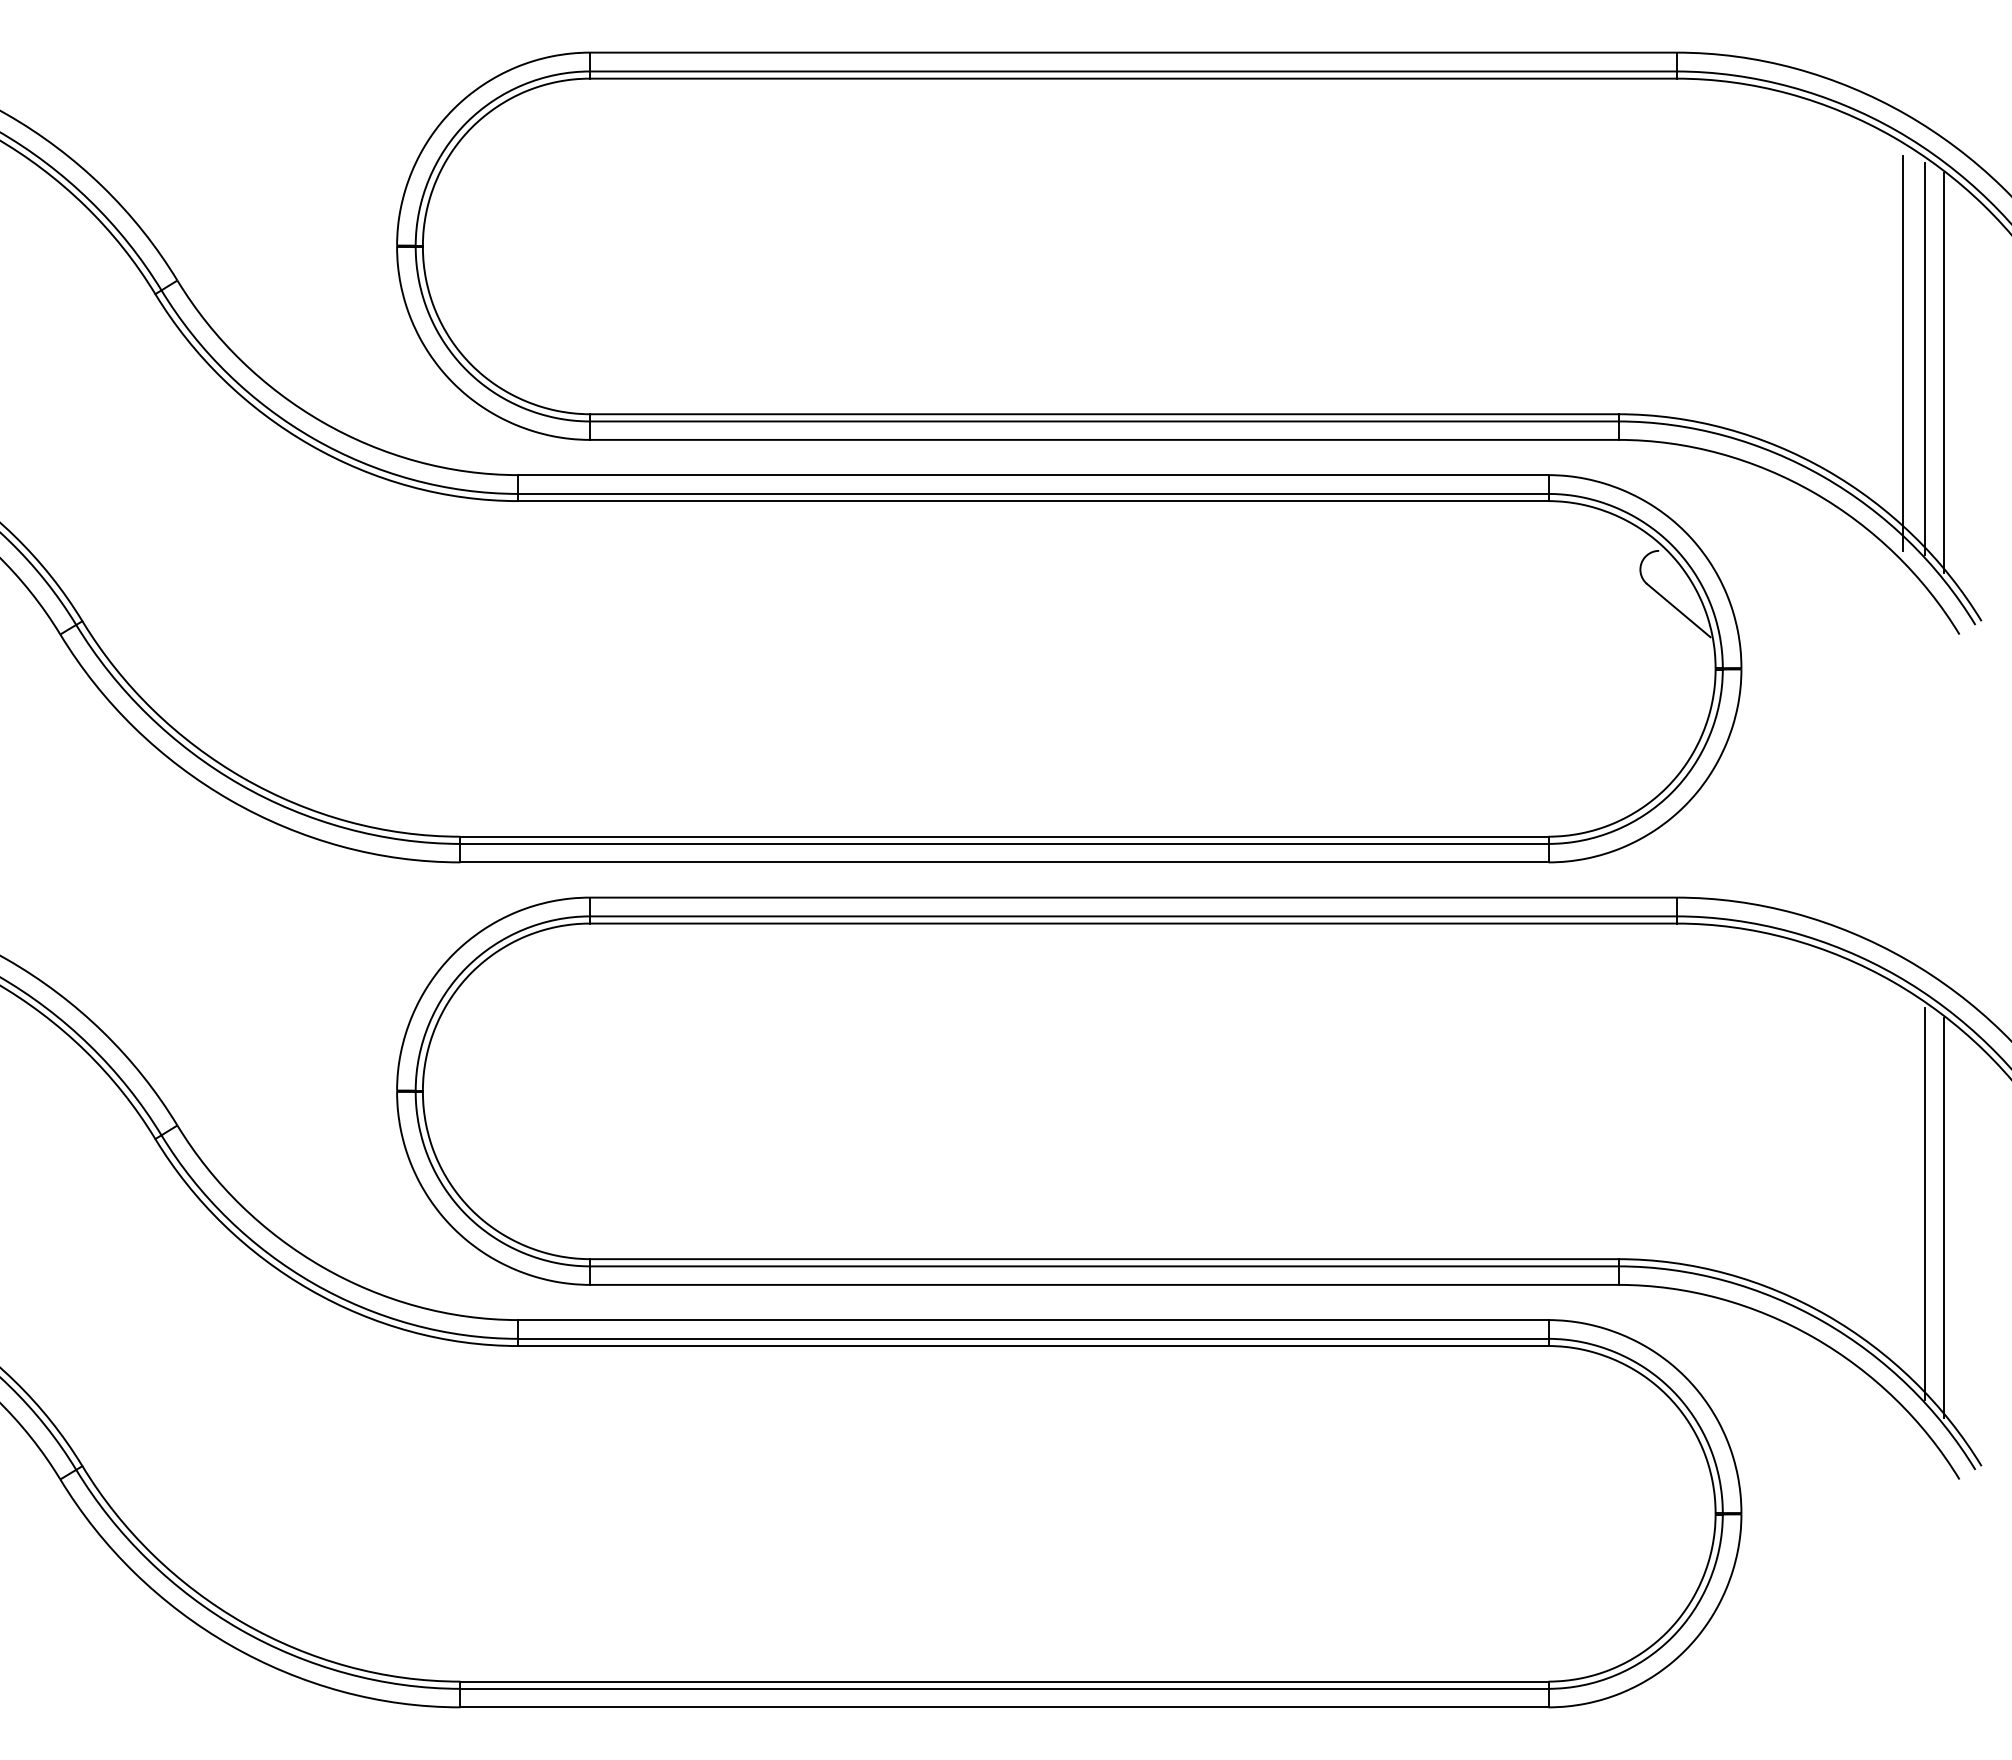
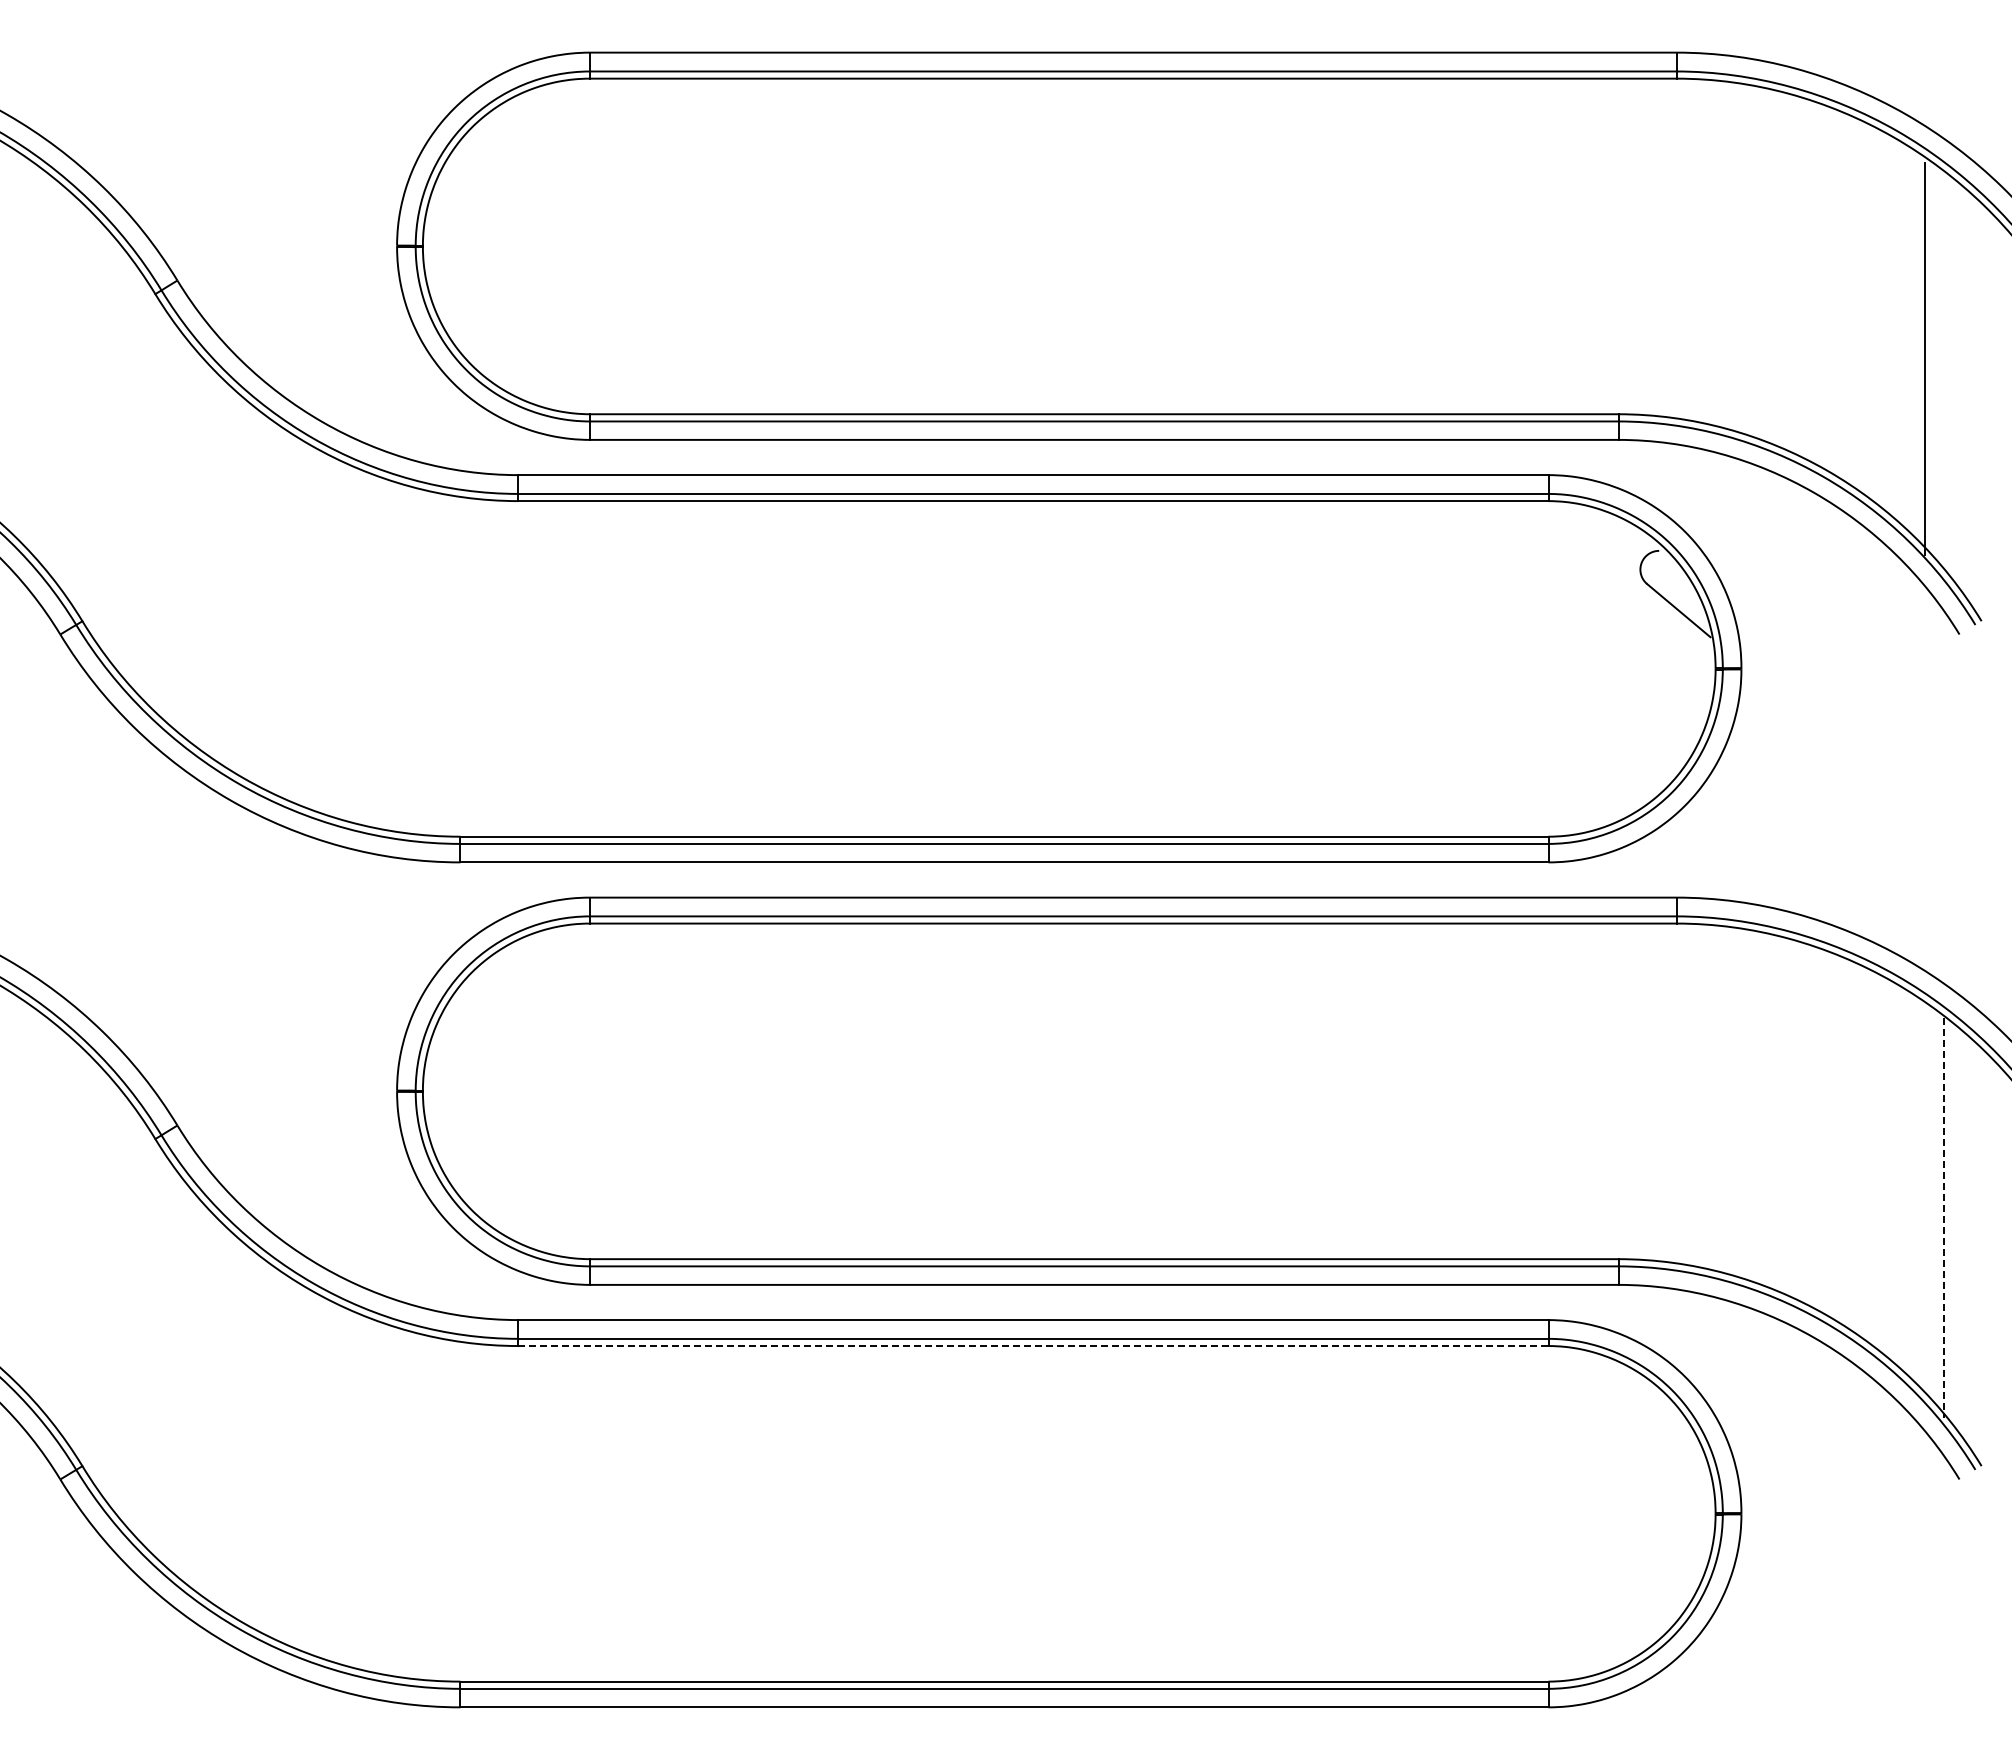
line at (1903, 352): present -> none
line at (1943, 373): present -> none
line at (1924, 1203): present -> none
line at (1943, 1218): solid -> dashed
line at (1033, 1346): solid -> dashed
